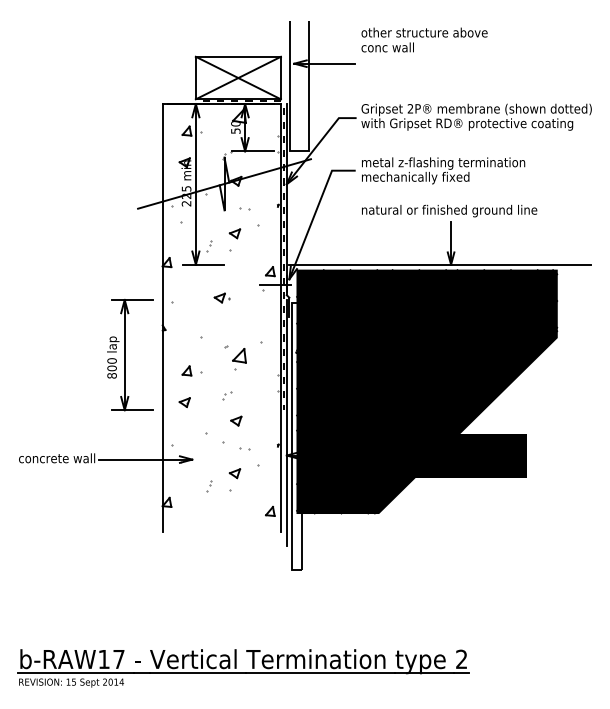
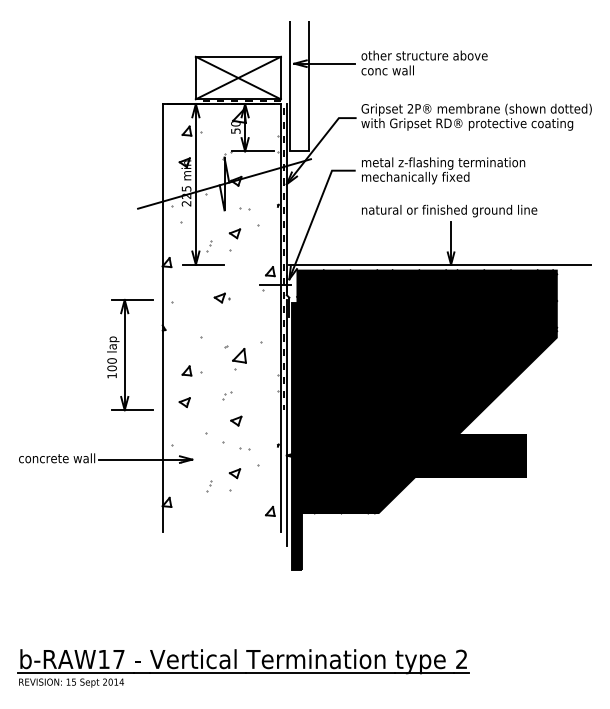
text at (424, 39) position: (424, 39) -> (424, 62)
text at (111, 375): 800 -> 100
fill at (296, 436): none -> present
